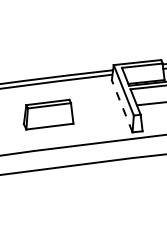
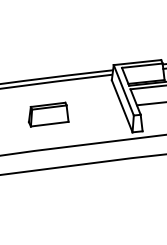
line at (122, 105): dashed -> solid
part at (48, 114) size: 52x33 px -> 42x27 px
